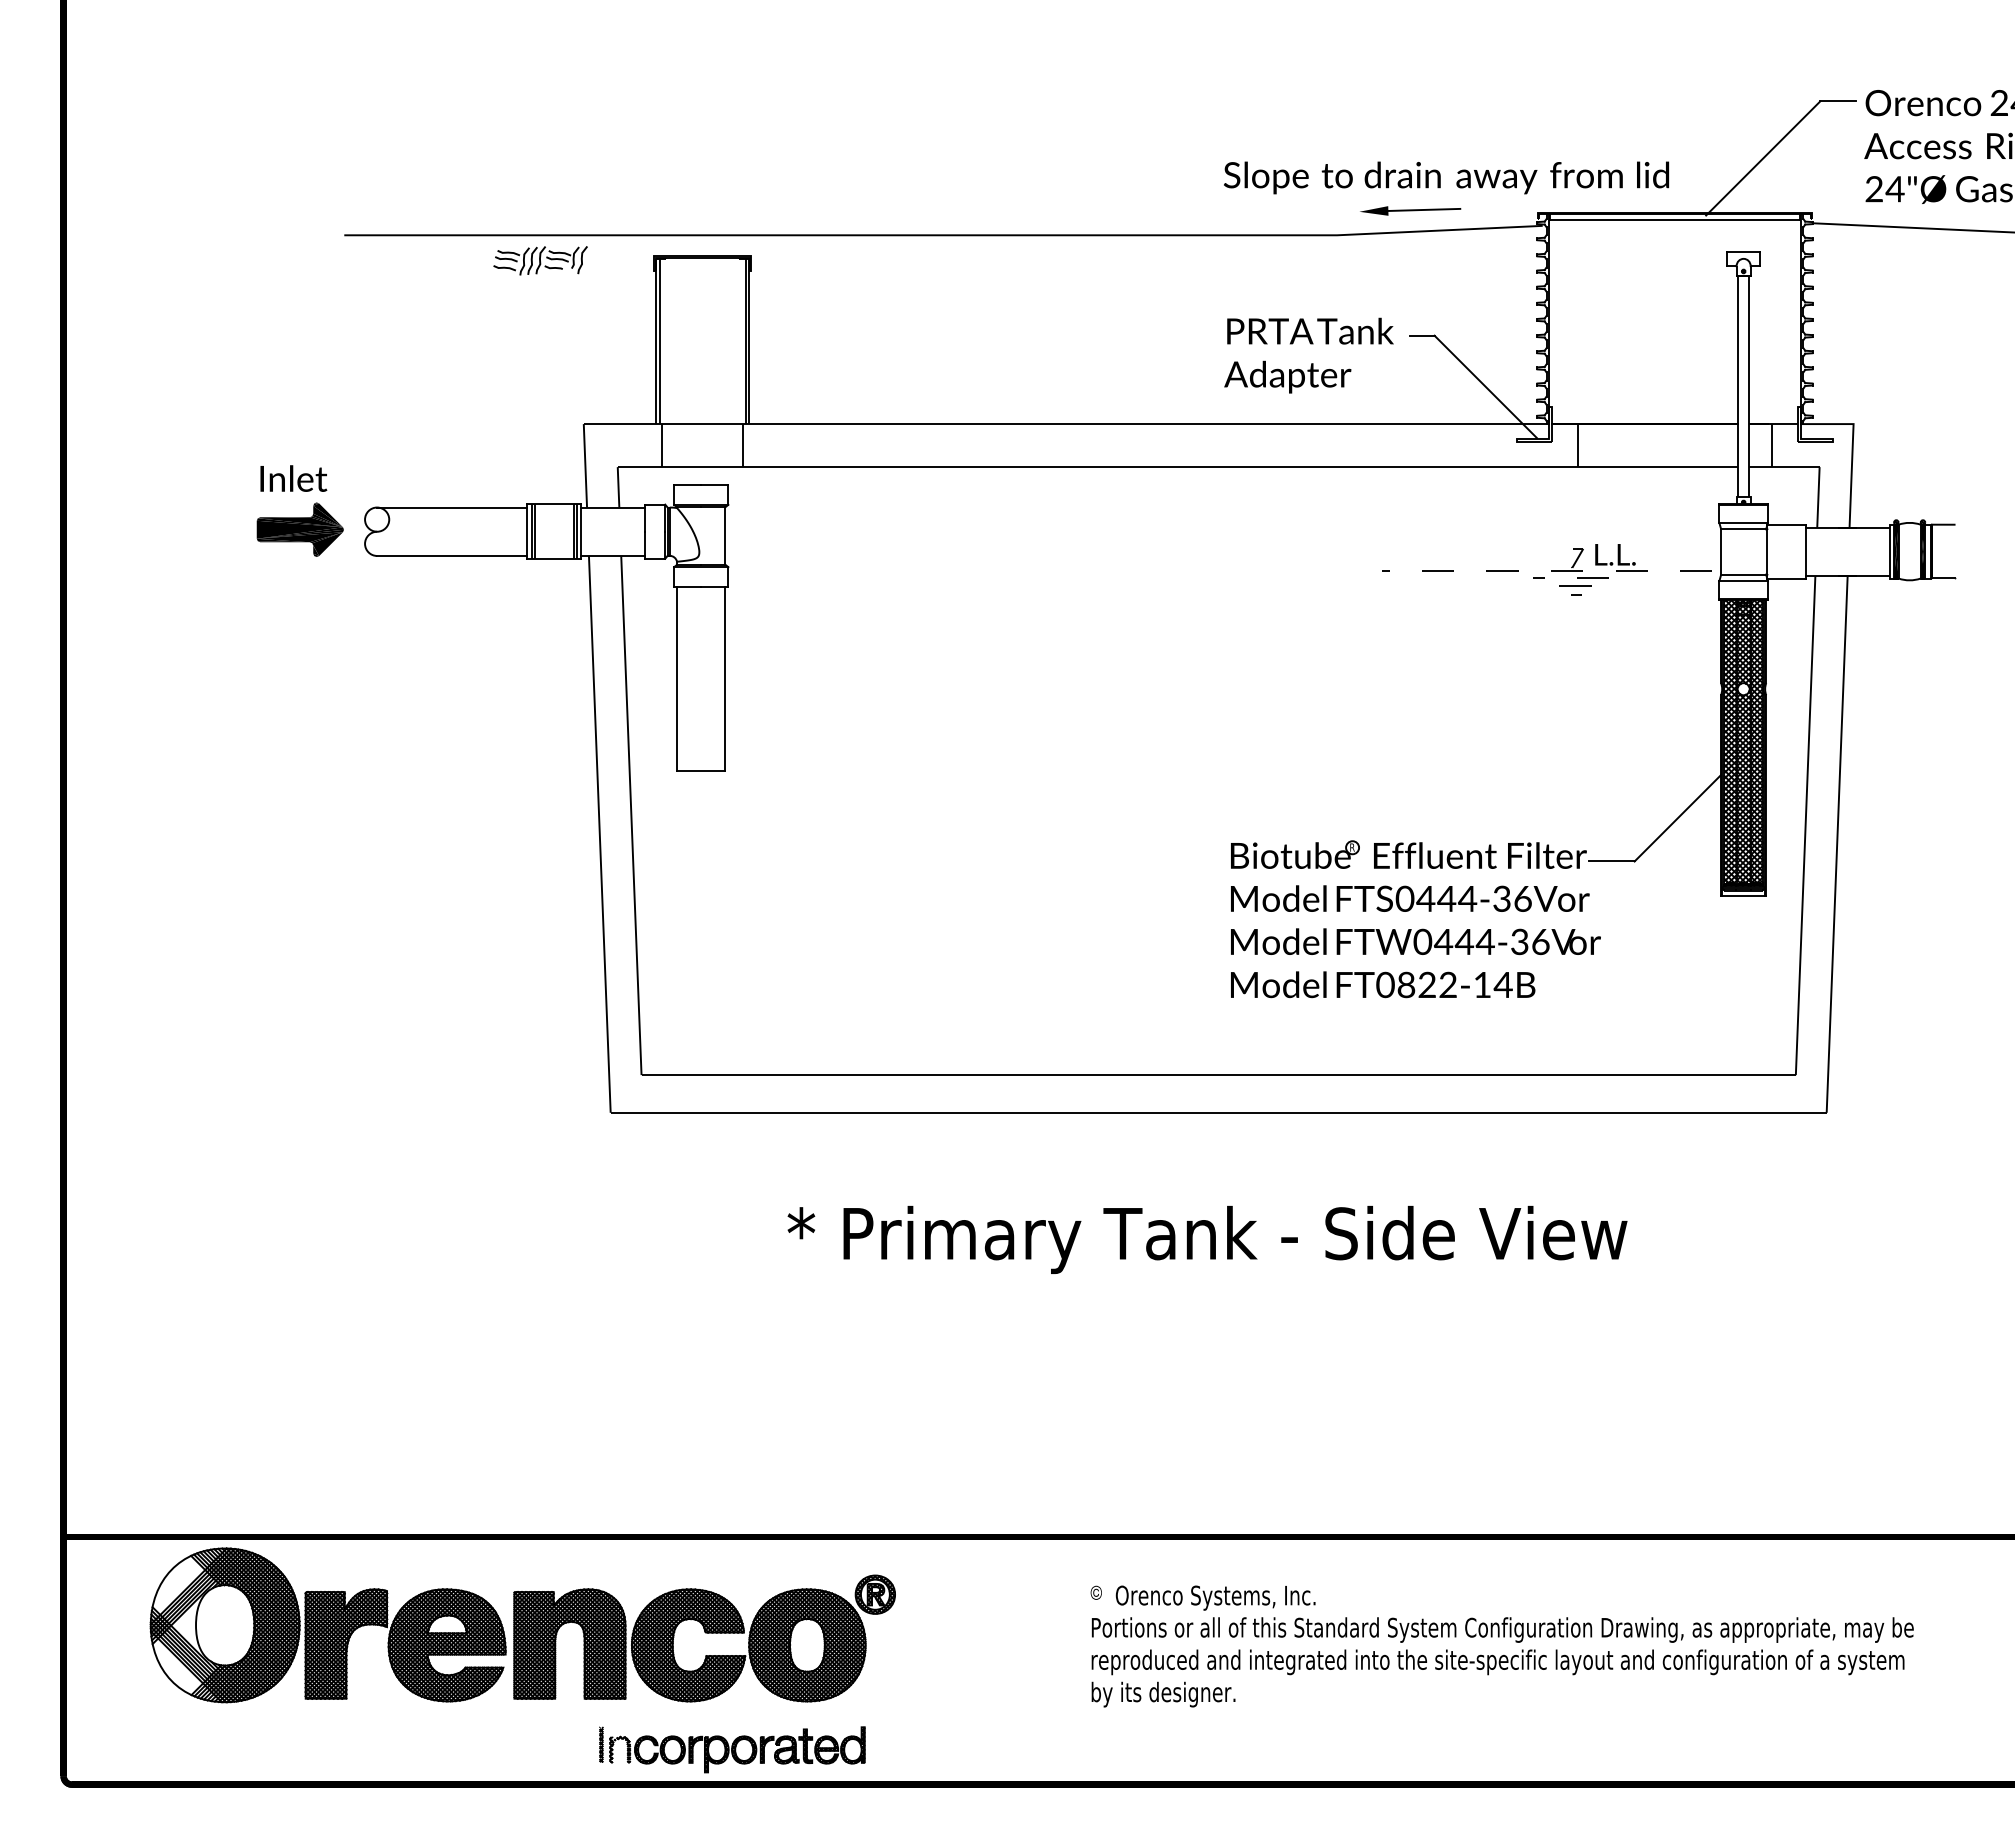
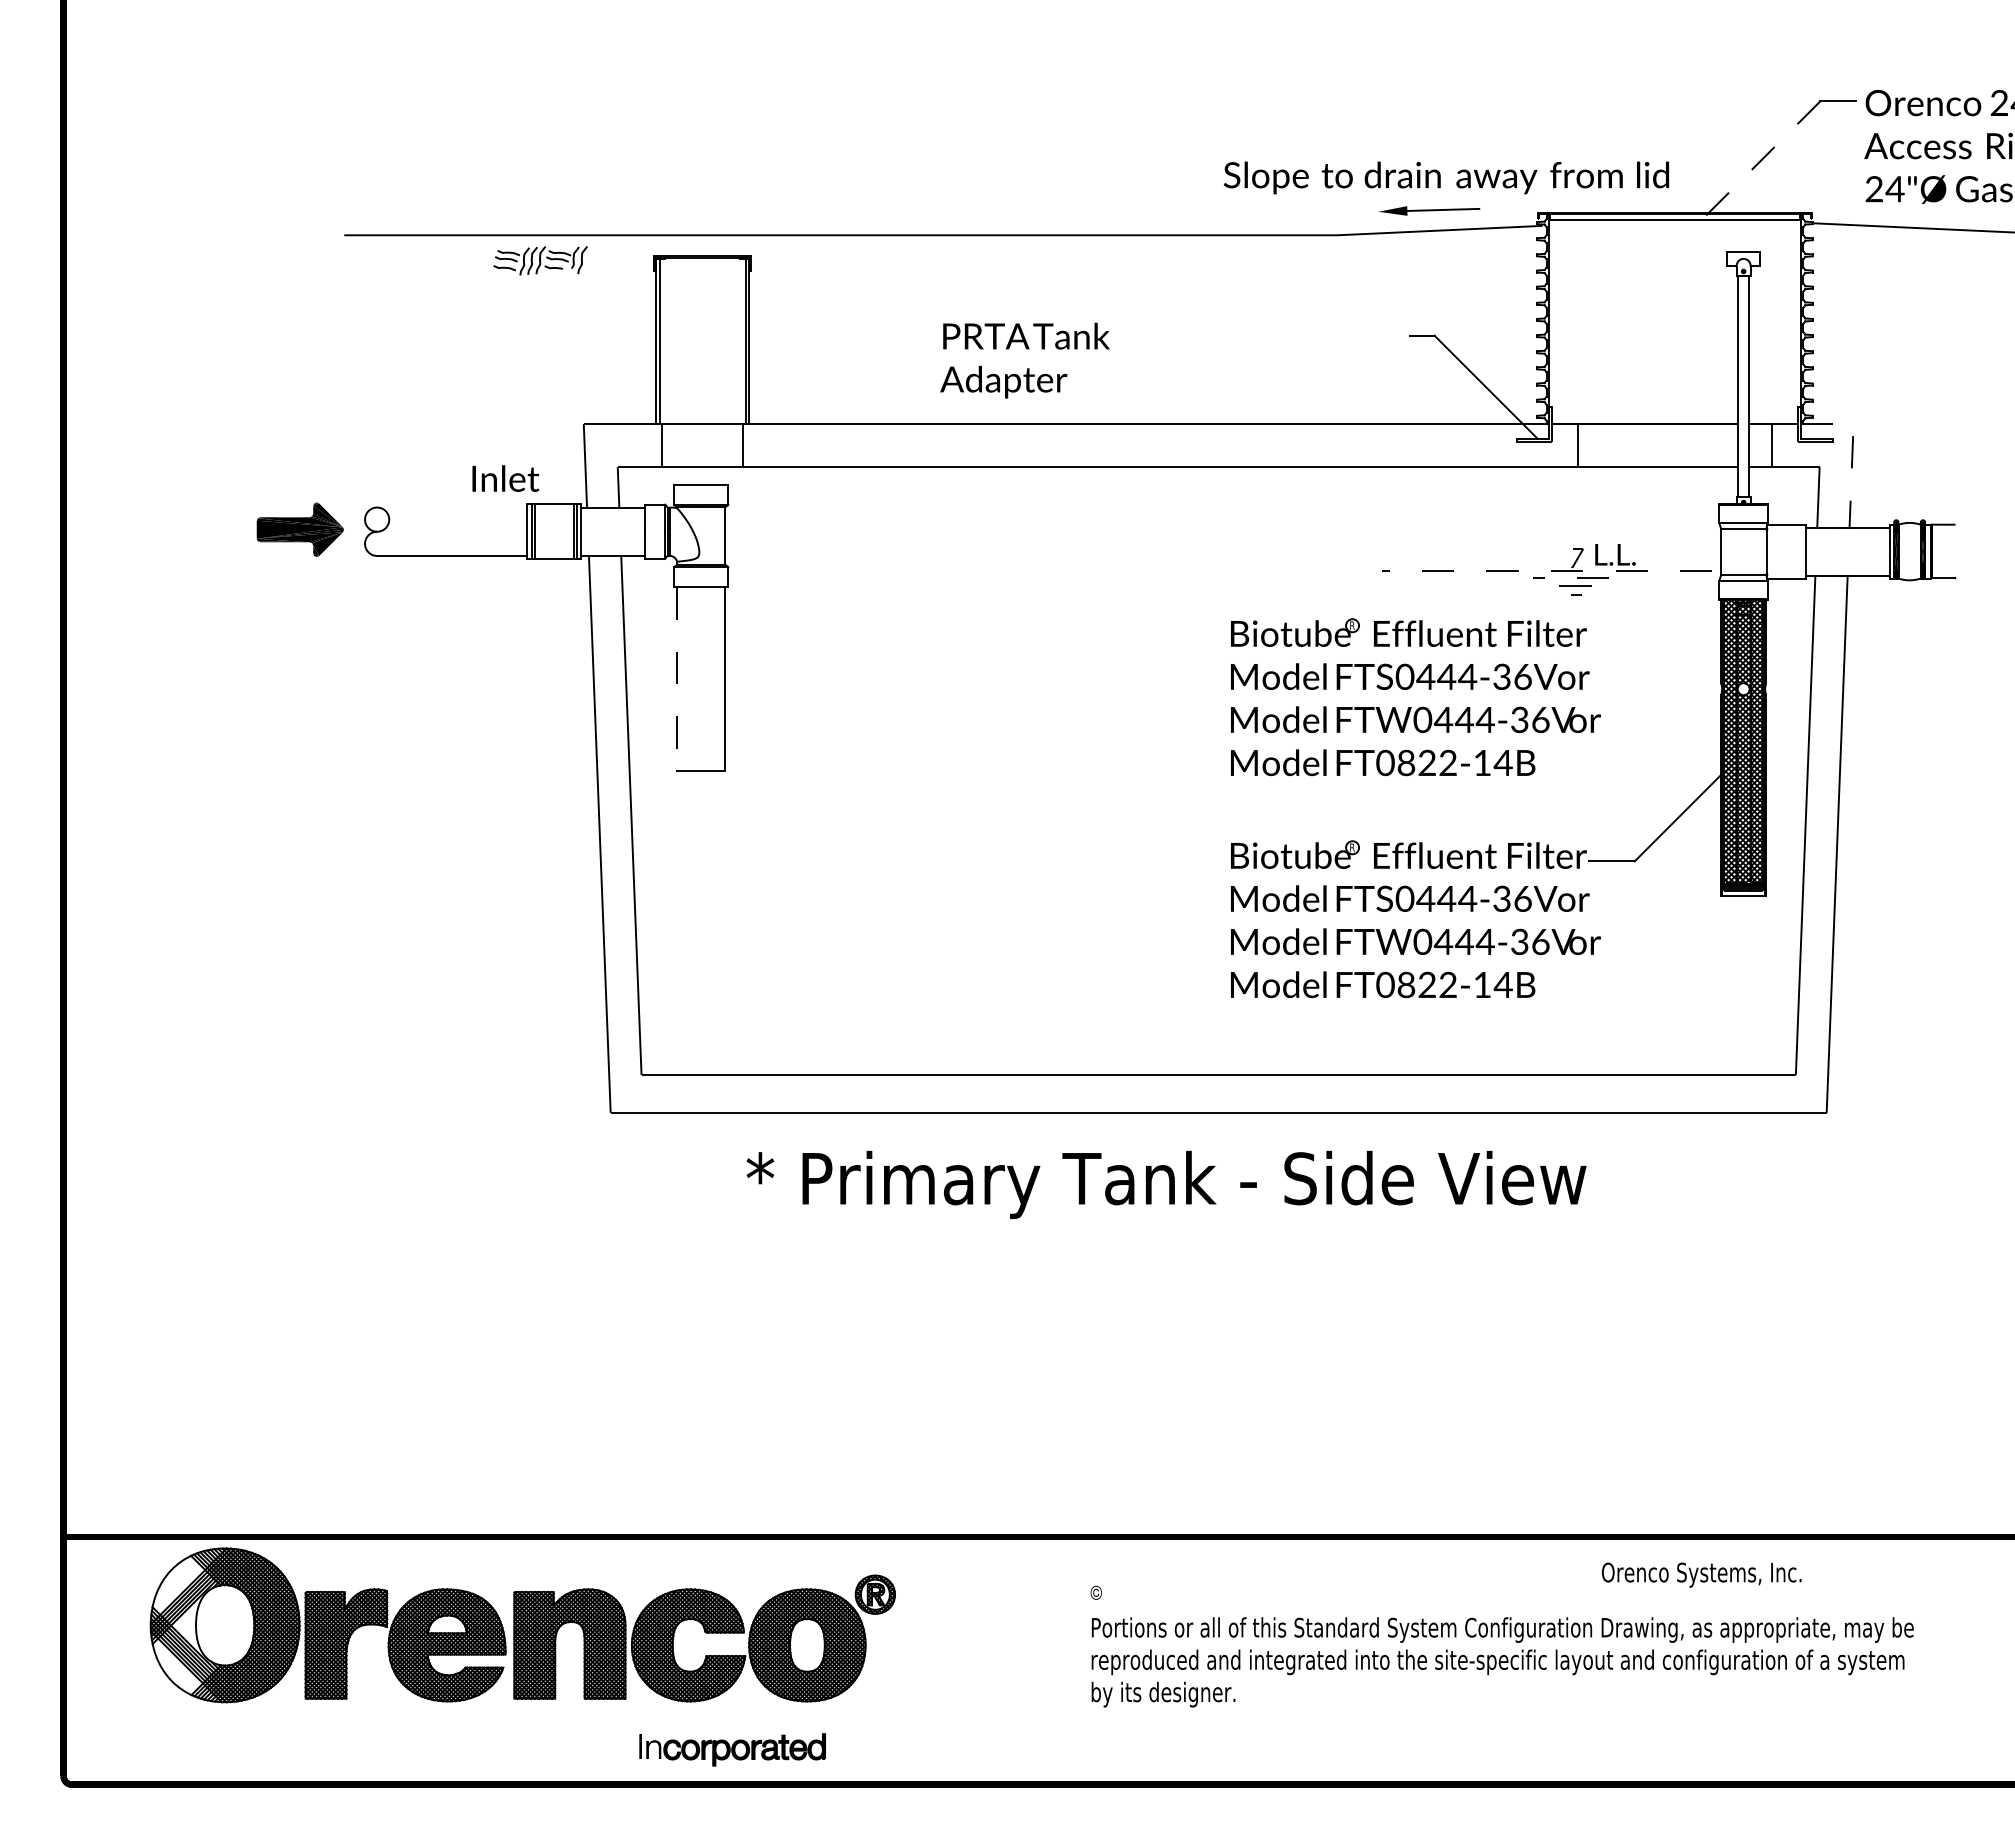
line at (1763, 158): solid -> dashed
part at (1410, 210) position: (1410, 210) -> (1429, 210)
text at (1308, 355) position: (1308, 355) -> (1024, 360)
line at (1852, 449): solid -> dashed
text at (293, 478) position: (293, 478) -> (505, 478)
line at (452, 507): present -> none
line at (677, 679): solid -> dashed
part at (1410, 688): none -> present
text at (1207, 1239) position: (1207, 1239) -> (1166, 1184)
text at (1215, 1597) position: (1215, 1597) -> (1701, 1574)
part at (732, 1749) size: 267x48 px -> 187x34 px
